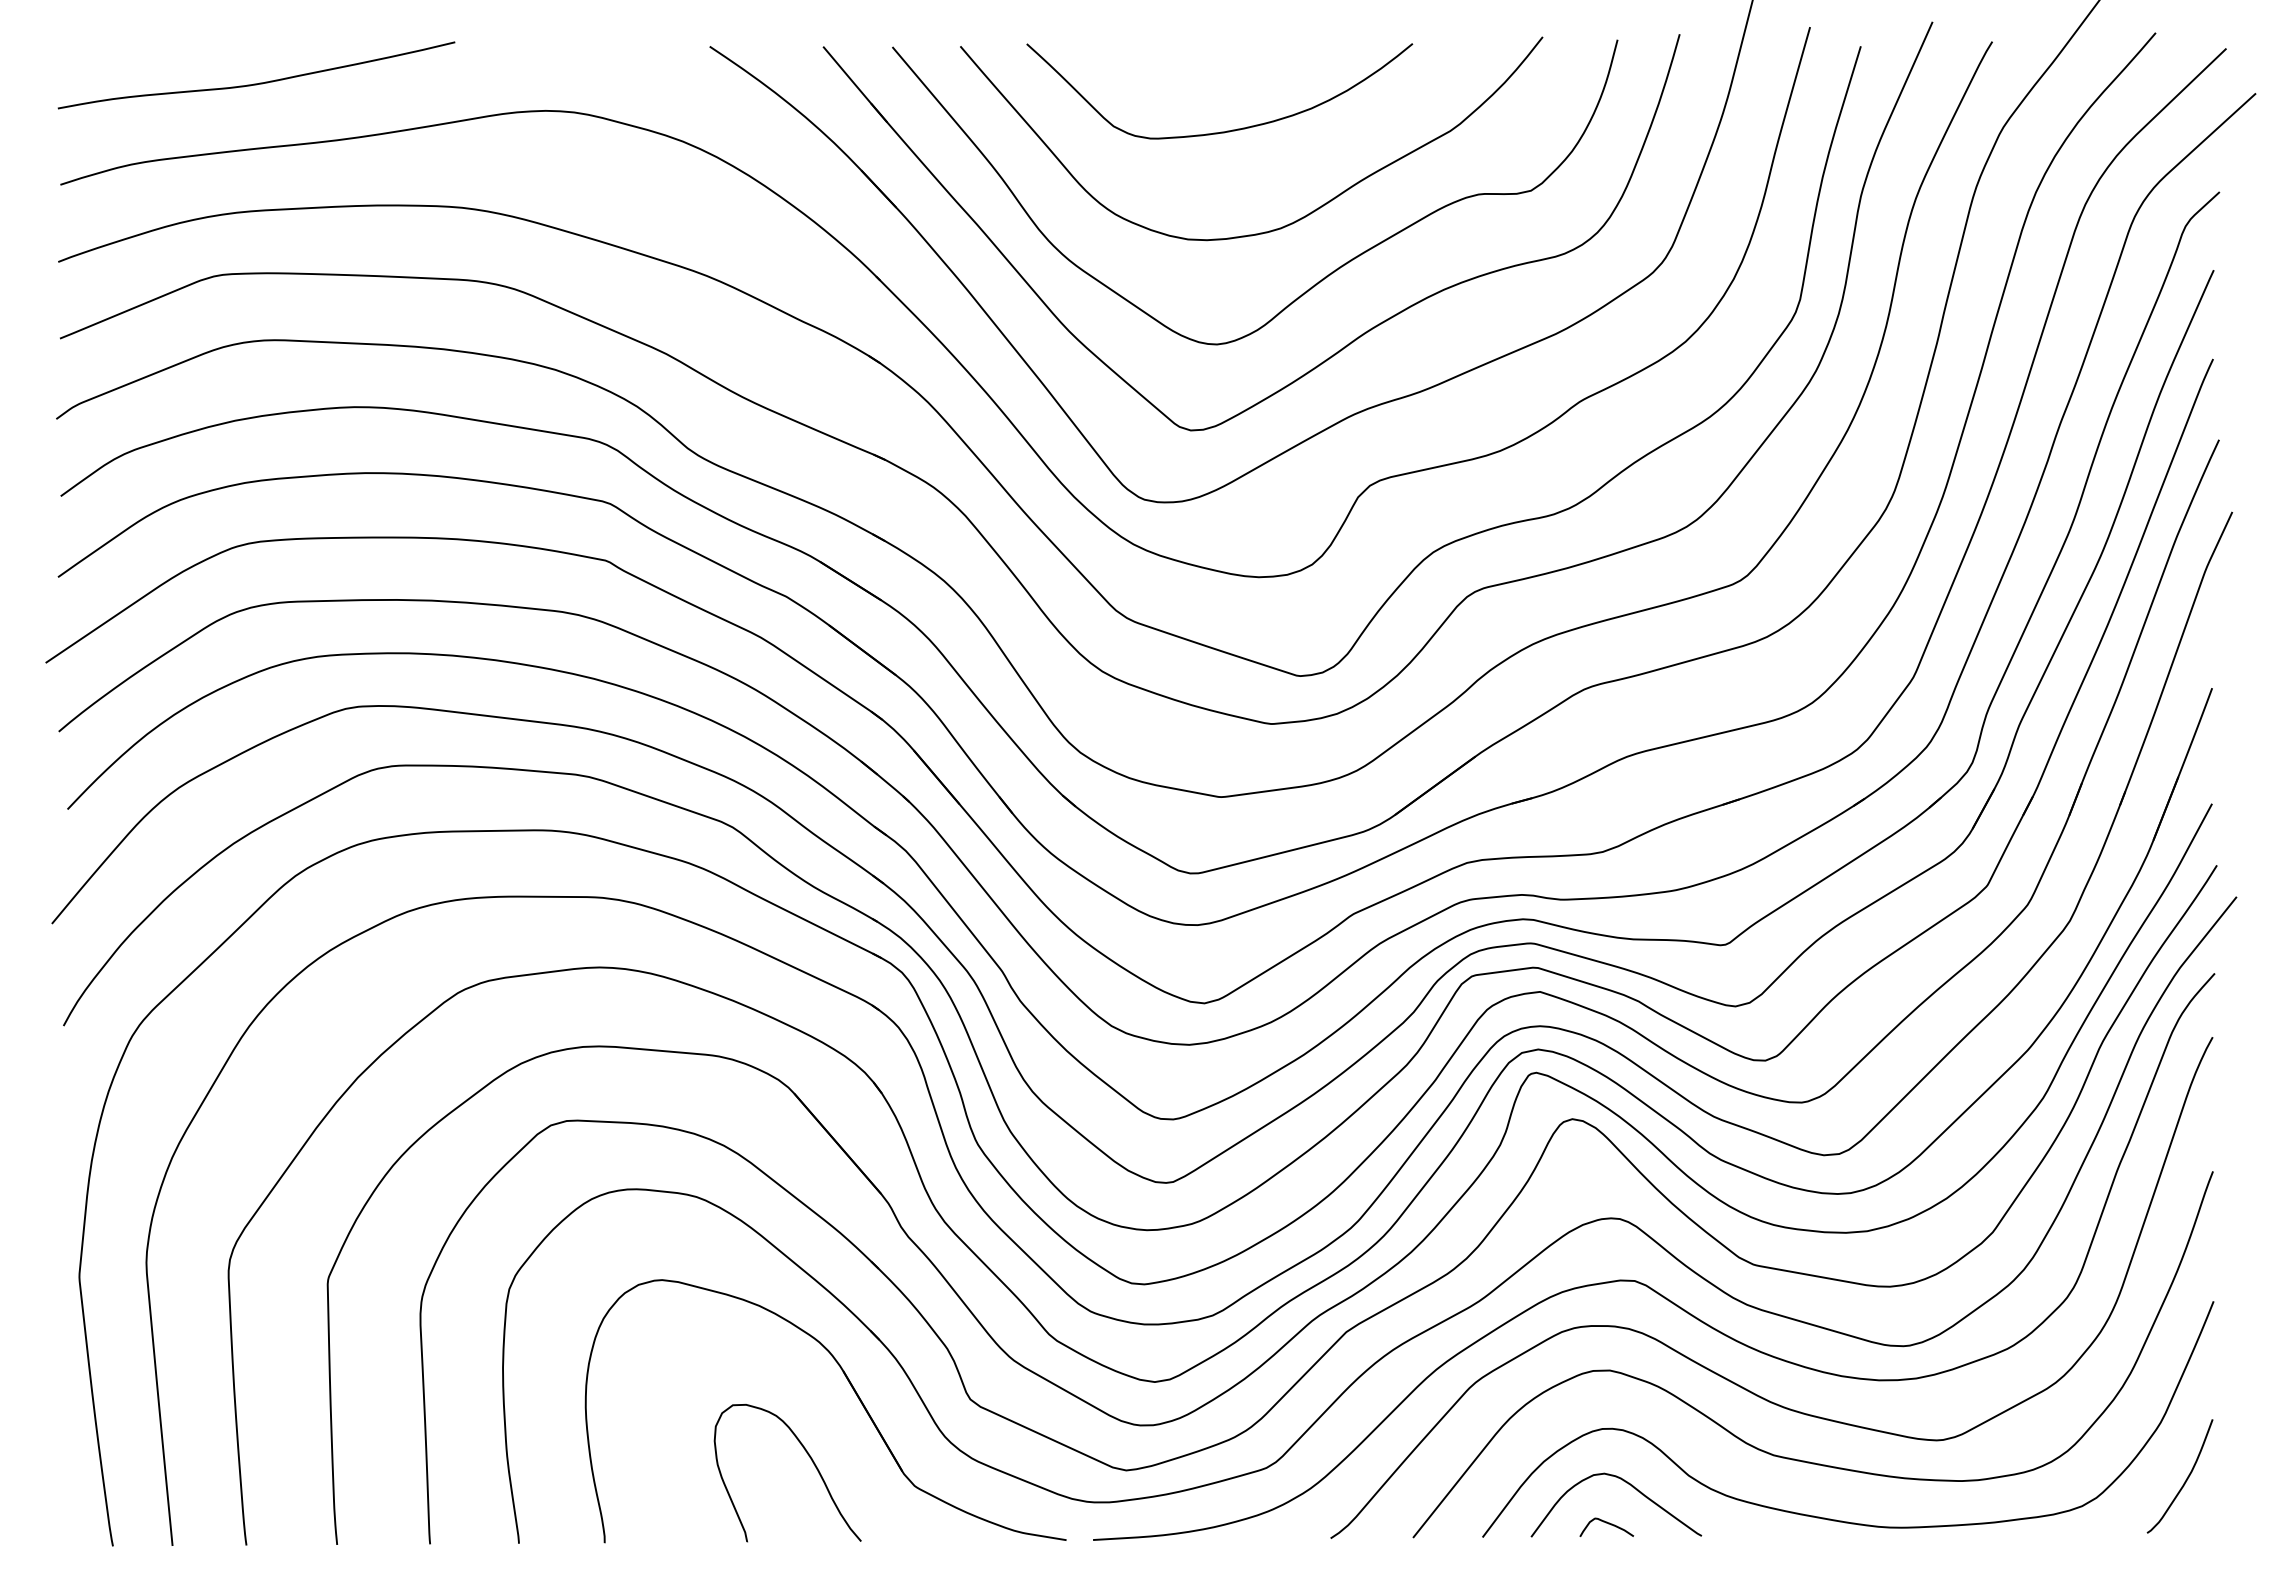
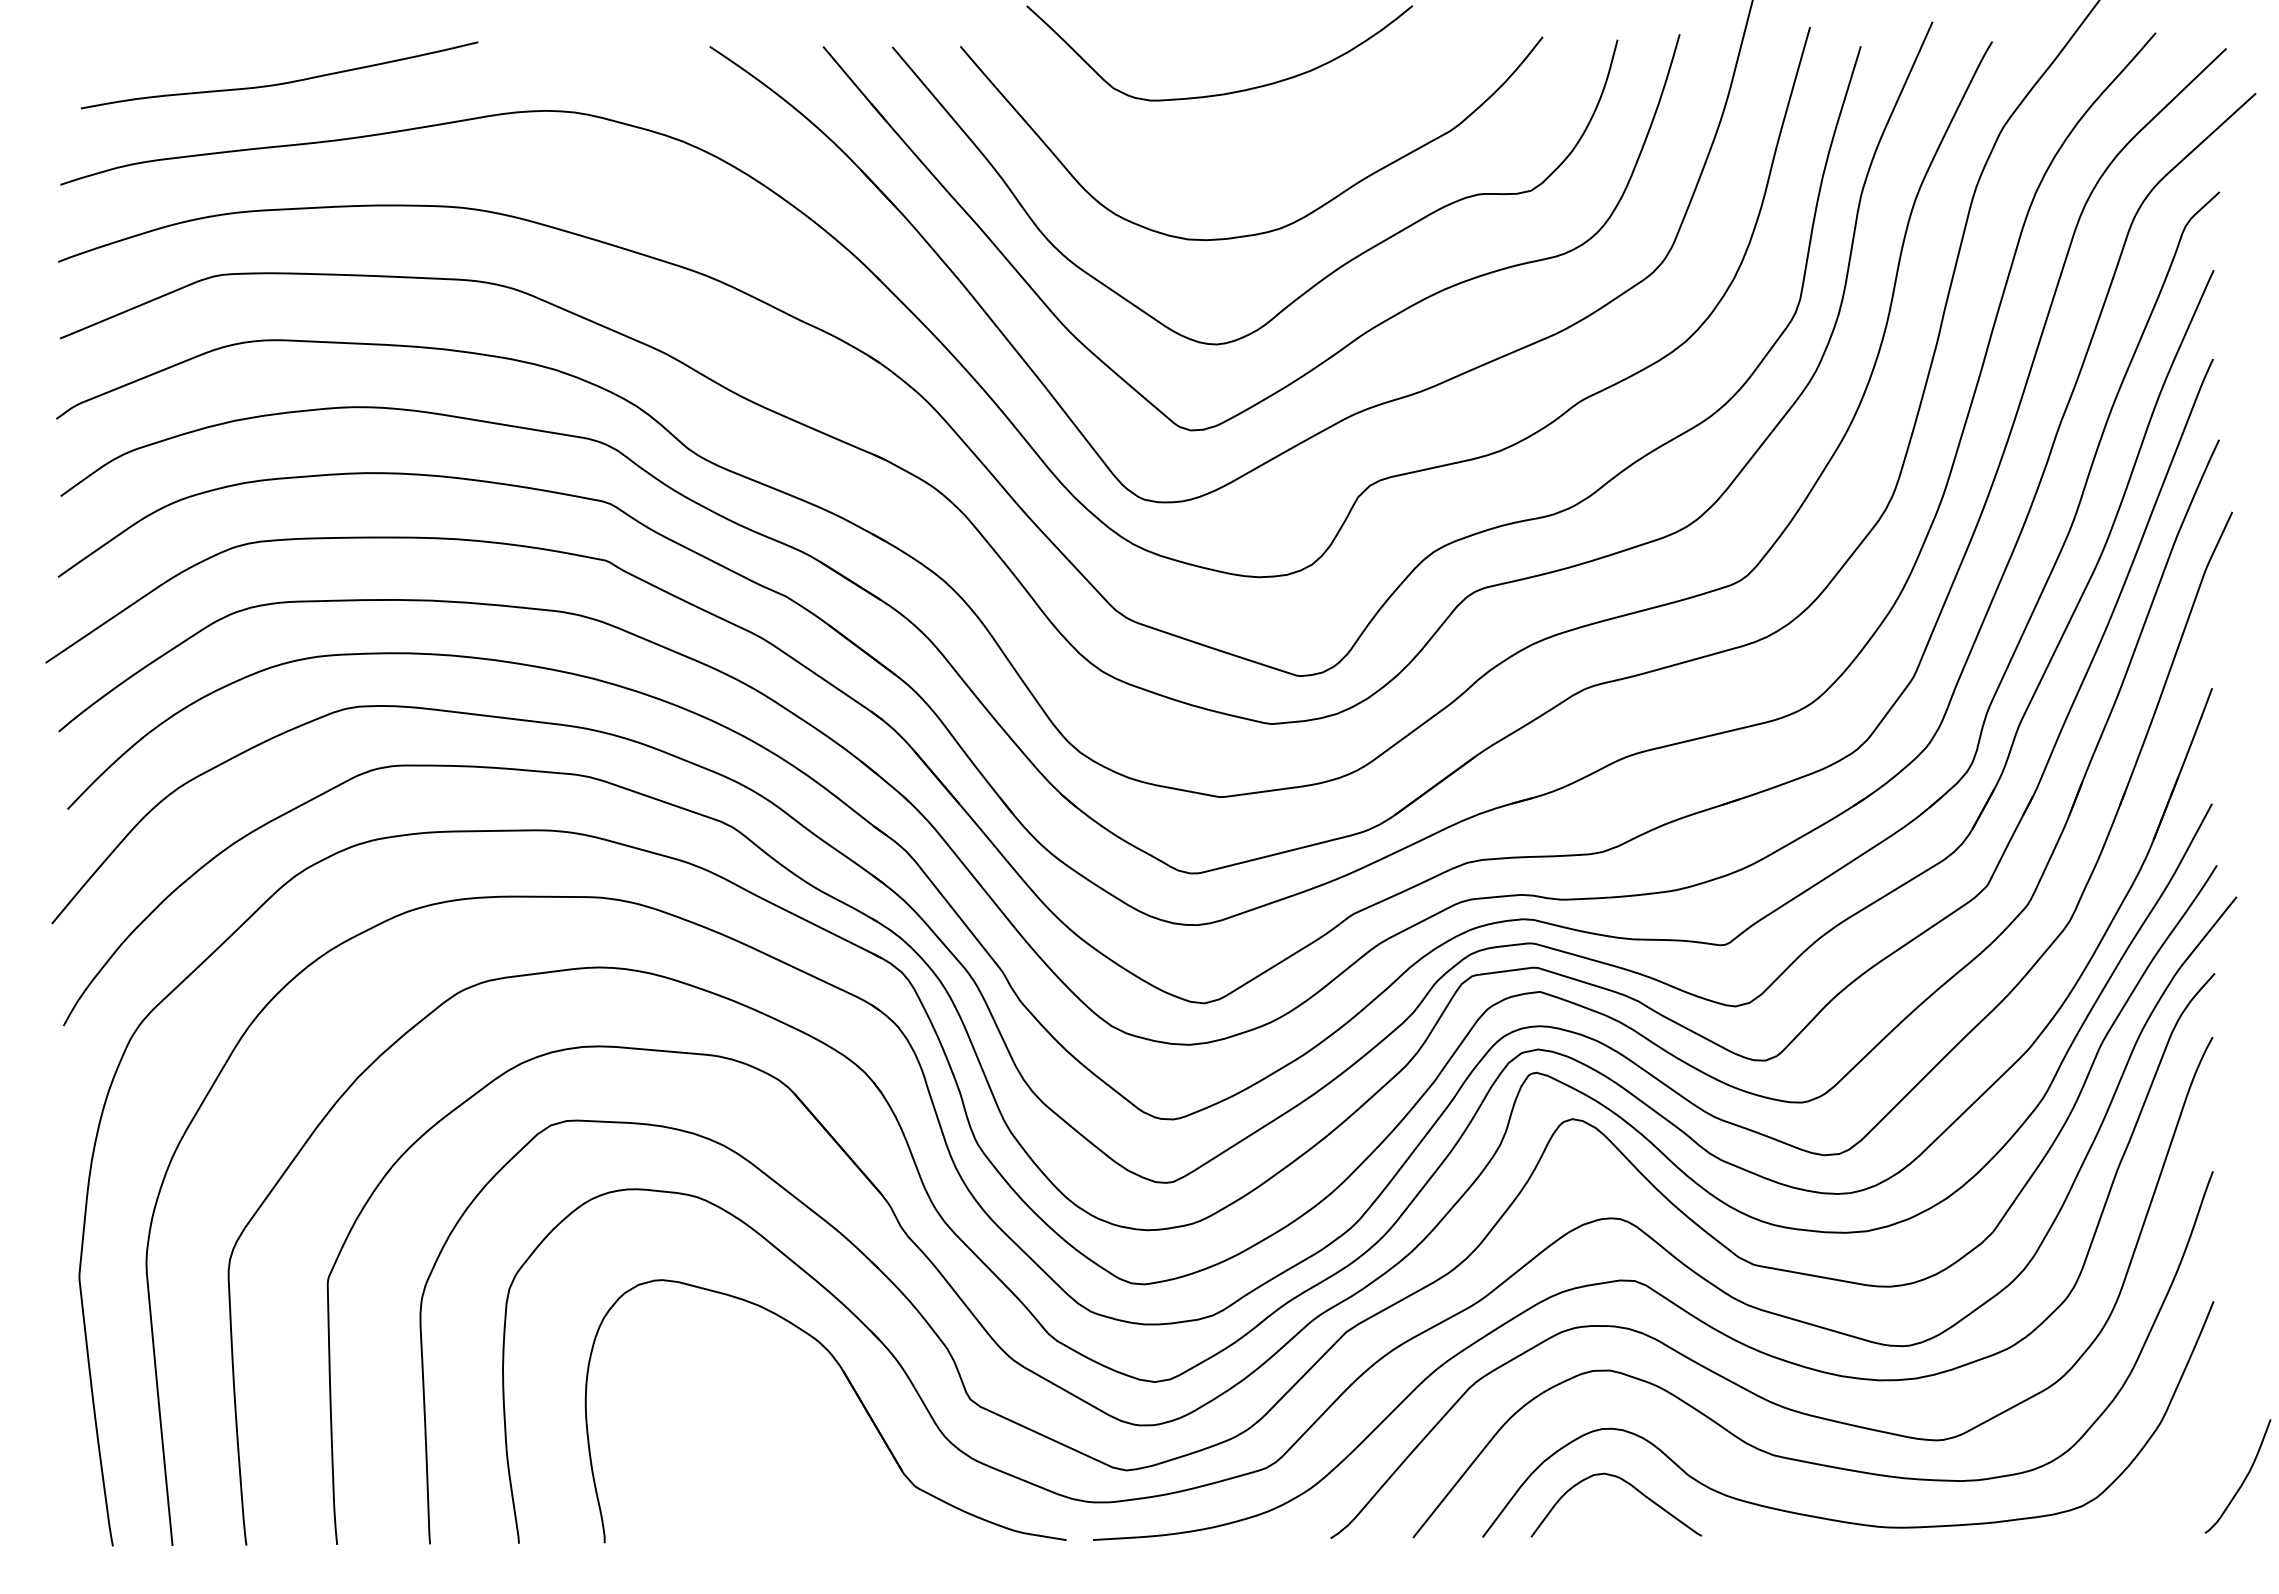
curve at (259, 82) position: (259, 82) -> (282, 82)
curve at (1227, 130) position: (1227, 130) -> (1227, 92)
curve at (810, 1459): present -> none
curve at (2184, 1481) position: (2184, 1481) -> (2242, 1481)
curve at (1608, 1524): present -> none
